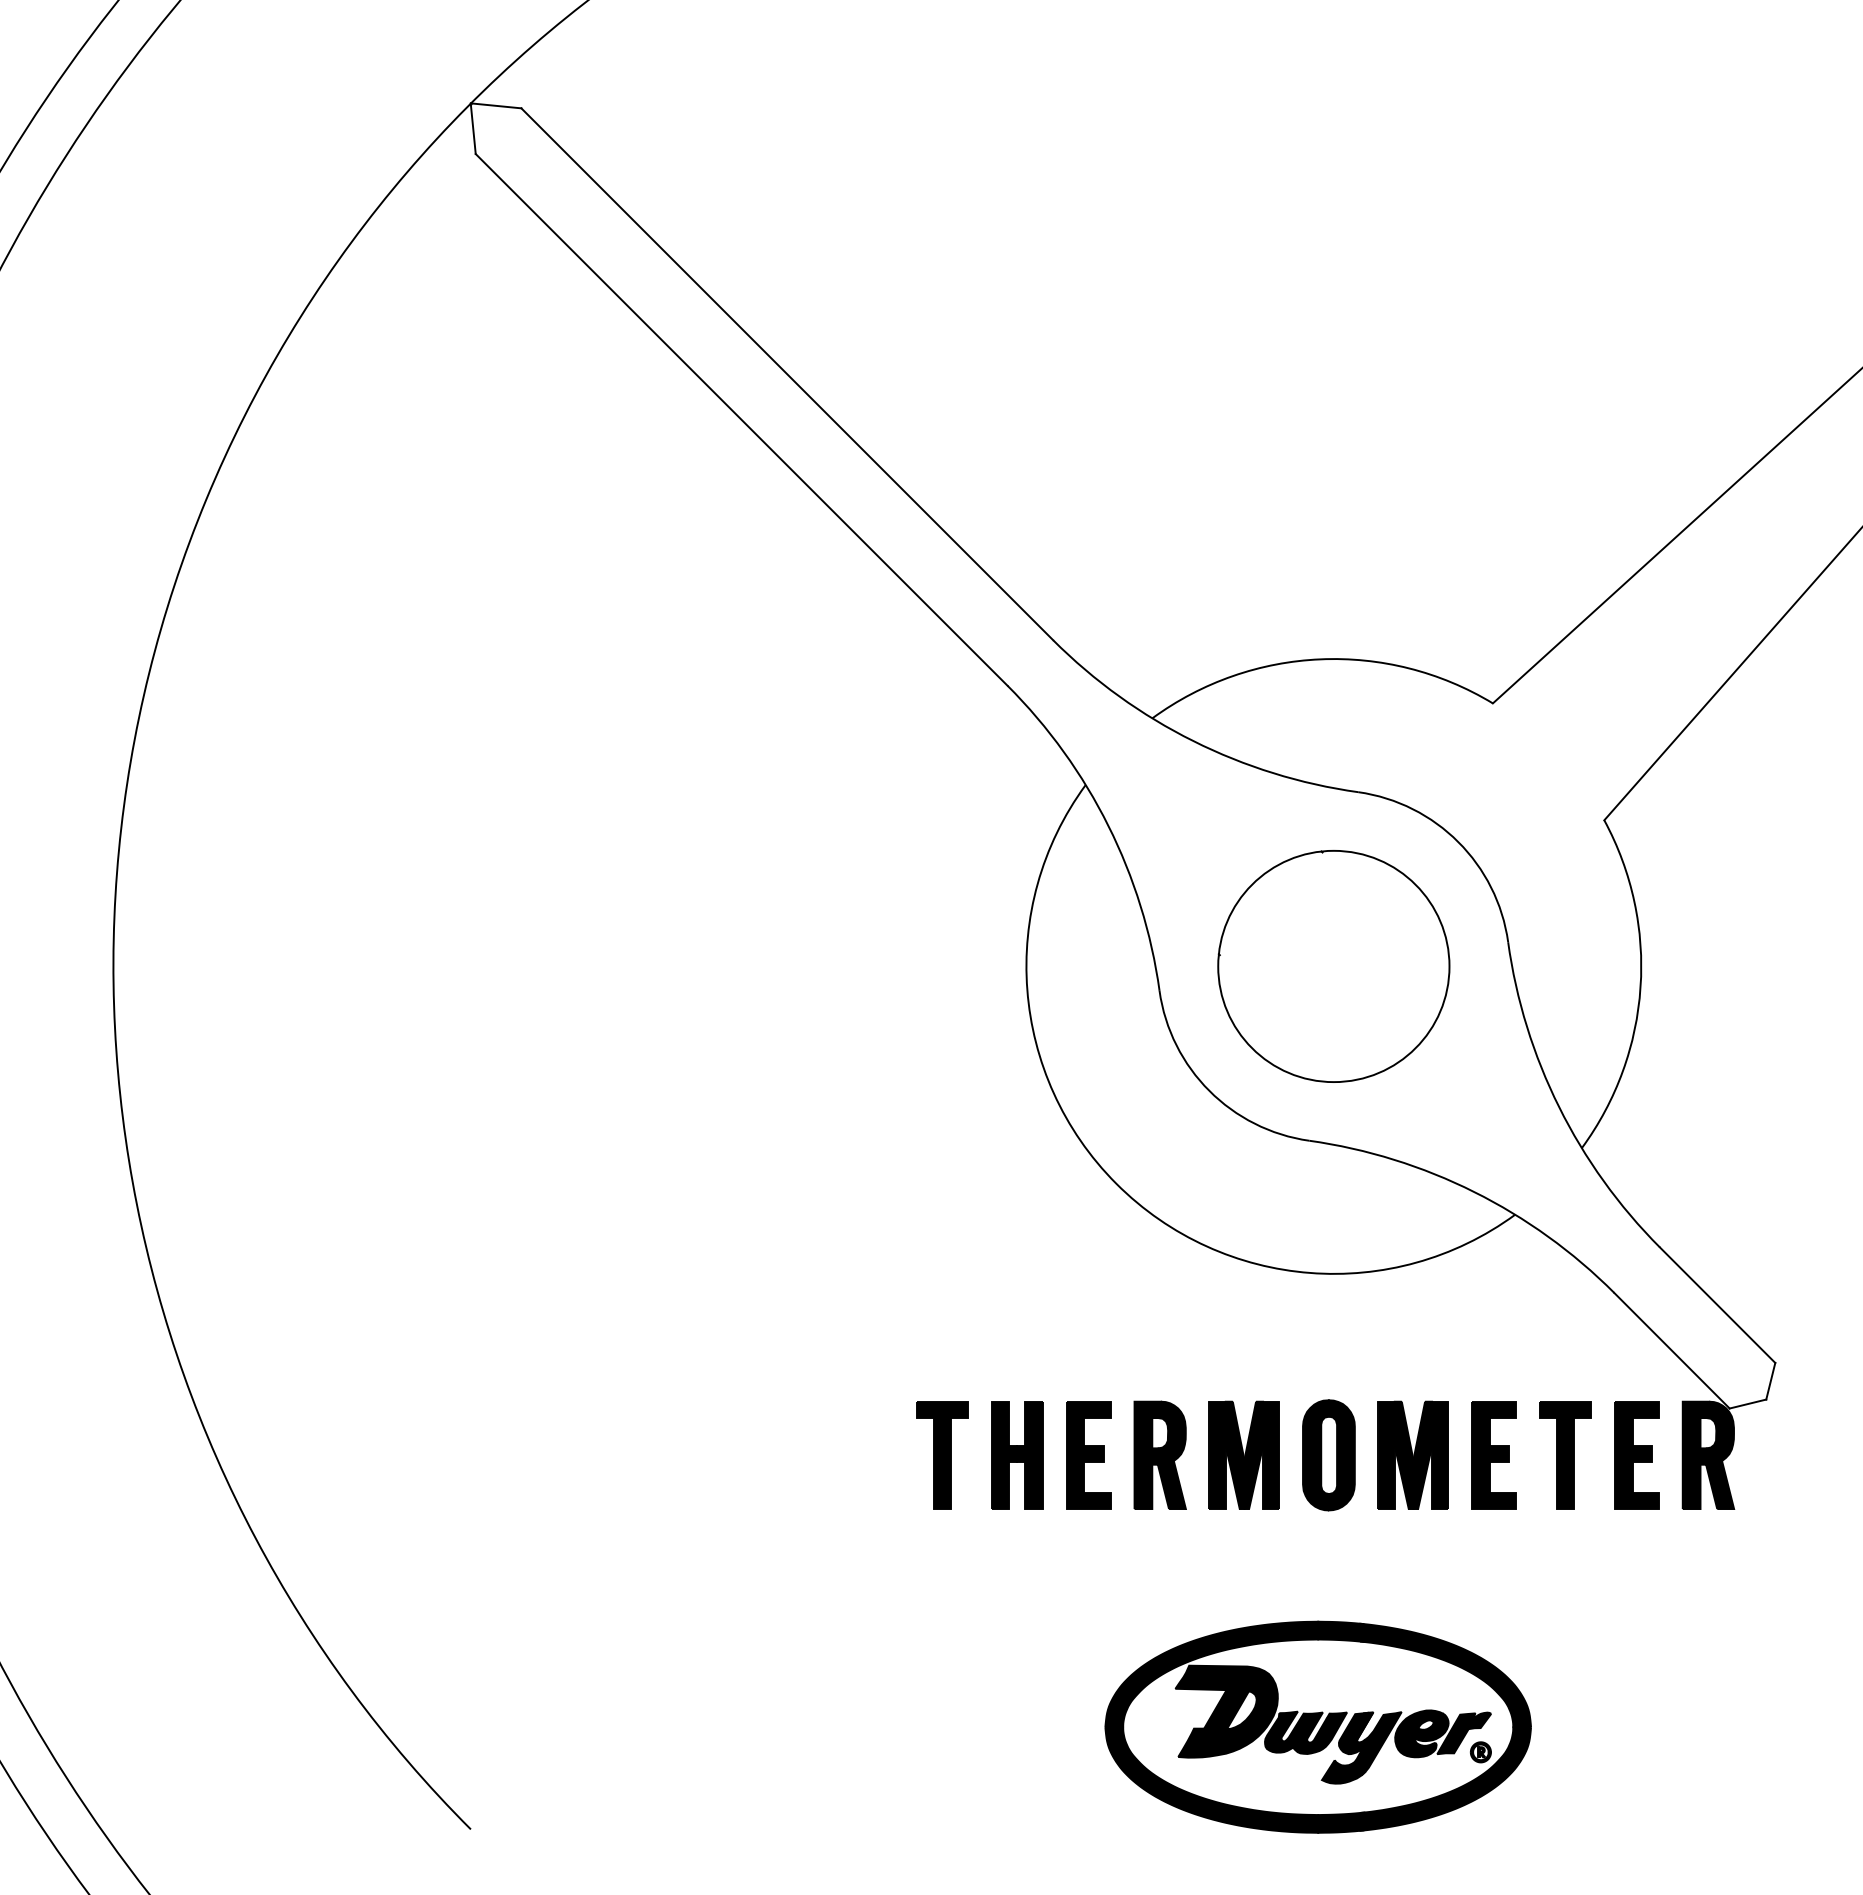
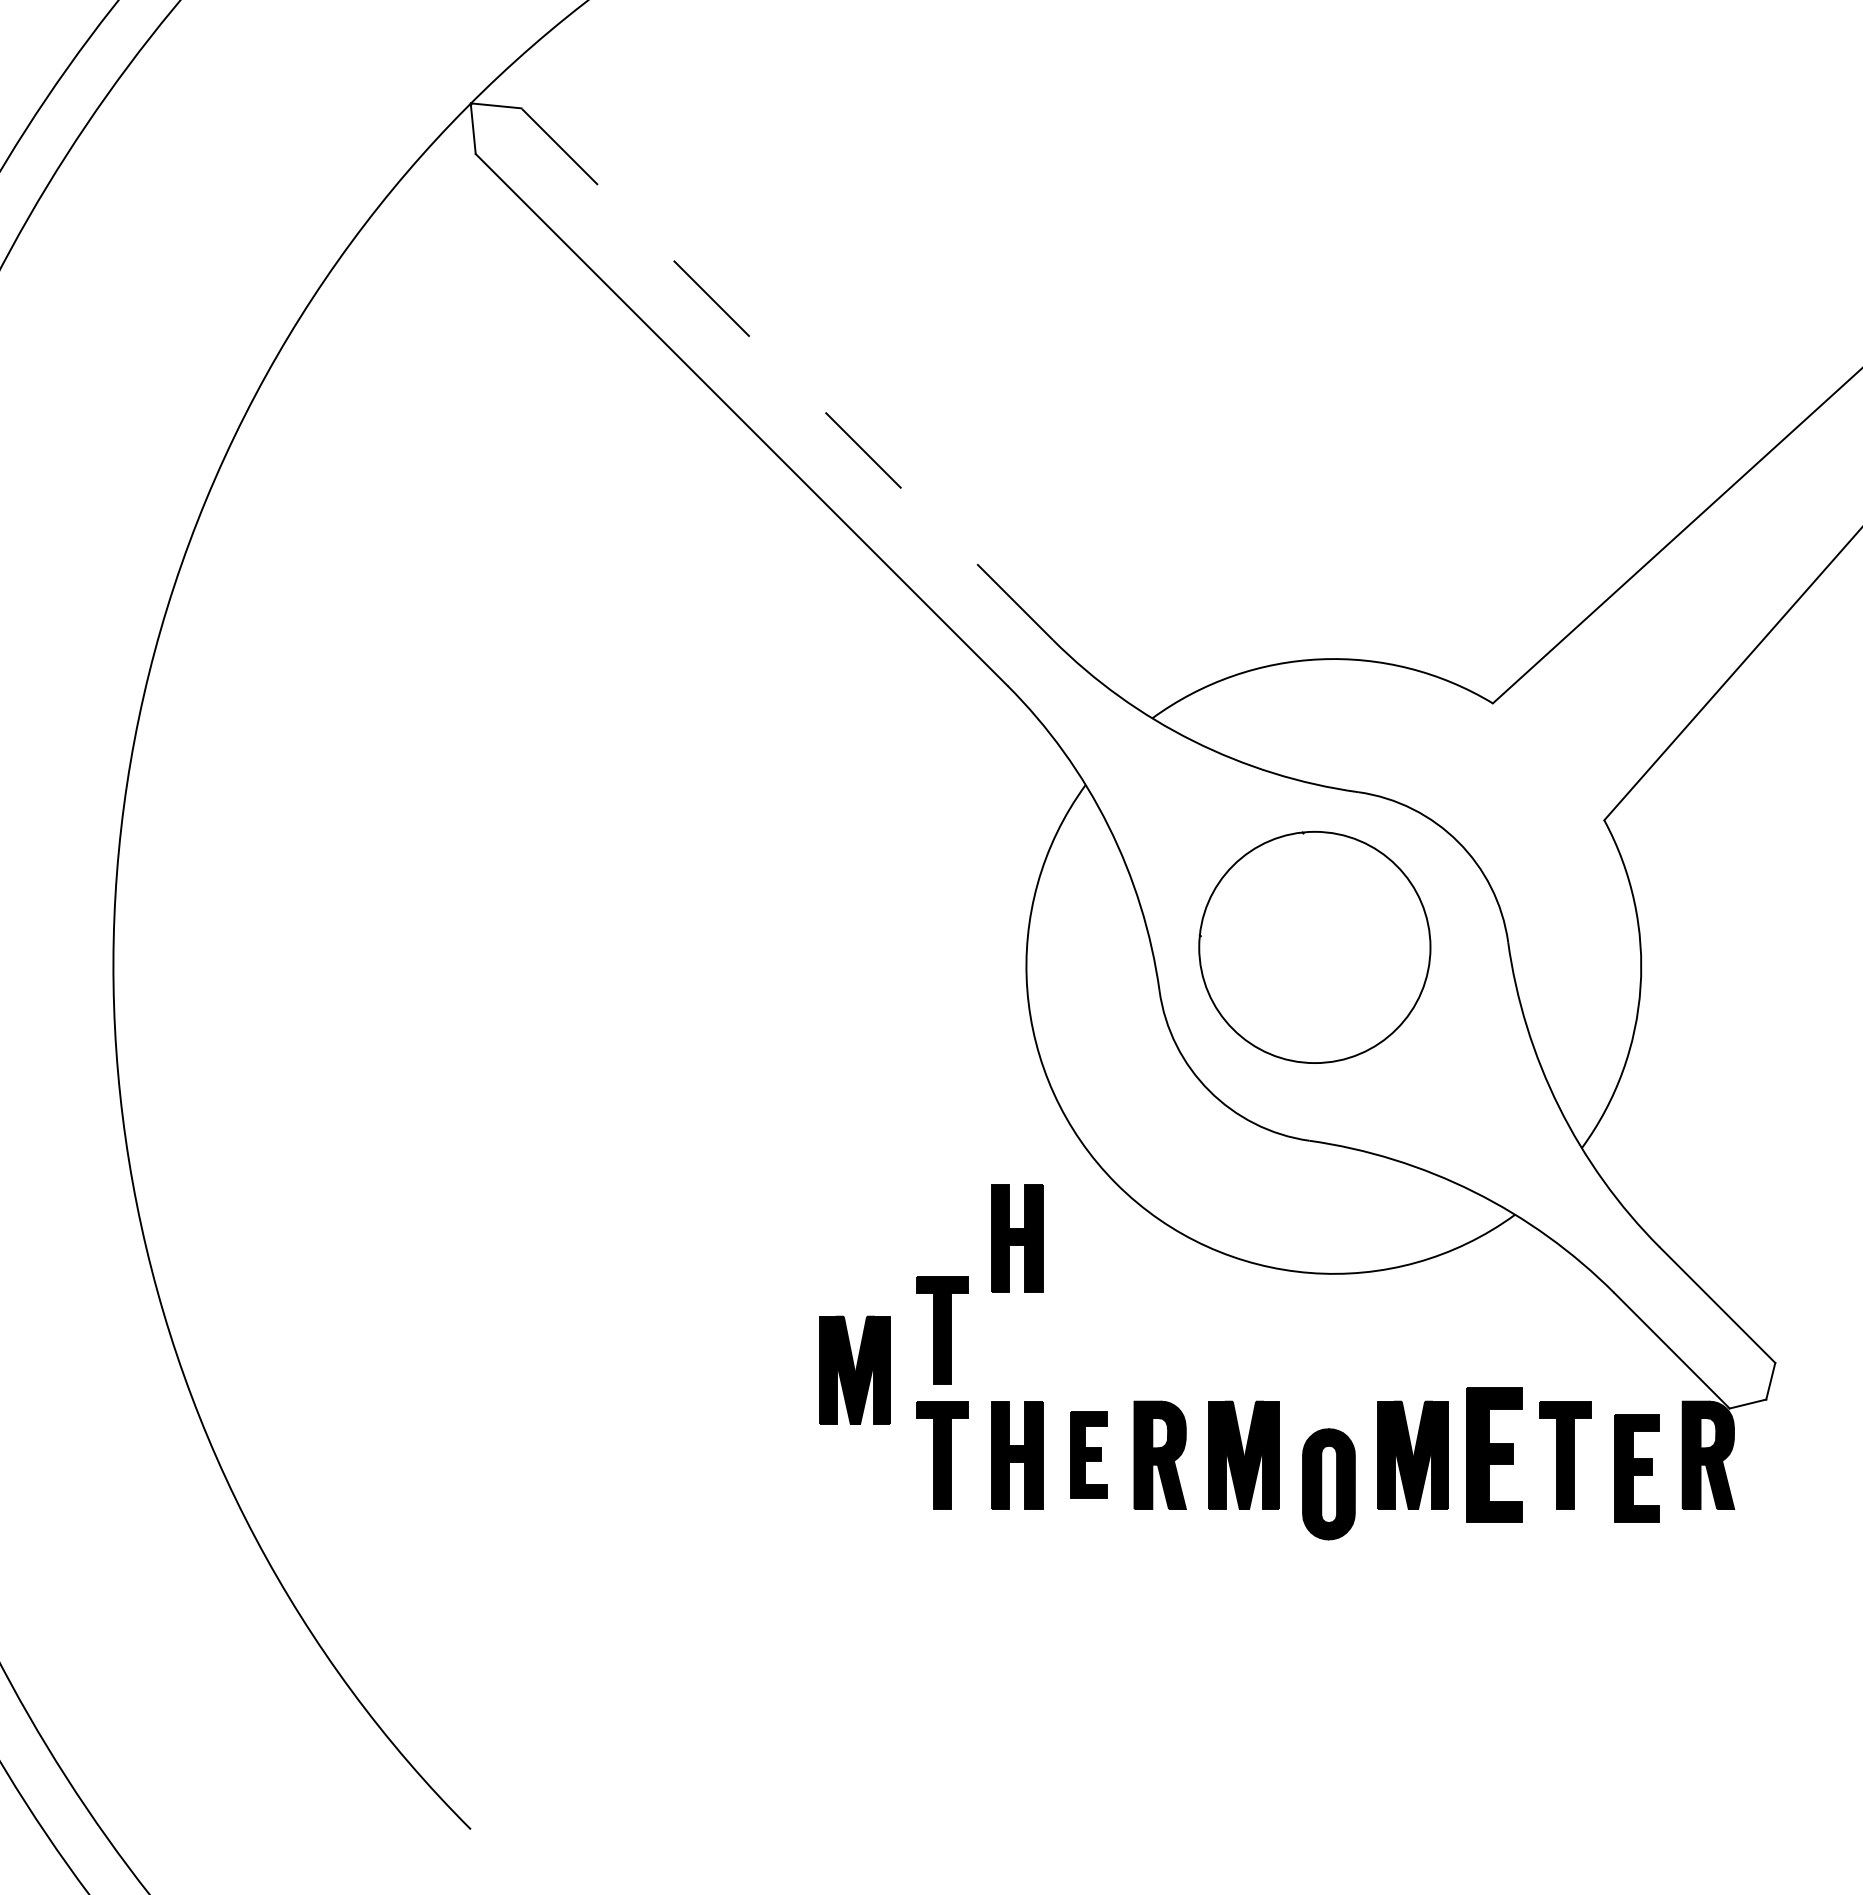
line at (786, 373): solid -> dashed
circle at (1333, 966) position: (1333, 966) -> (1314, 947)
part at (1017, 1238): none -> present
part at (942, 1330): none -> present
part at (854, 1369): none -> present
part at (1088, 1455) size: 46x109 px -> 38x88 px
part at (1328, 1455) position: (1328, 1455) -> (1328, 1484)
part at (1493, 1455) size: 46x109 px -> 57x136 px
part at (1636, 1455) position: (1636, 1455) -> (1636, 1468)
part at (1317, 1726): present -> none
